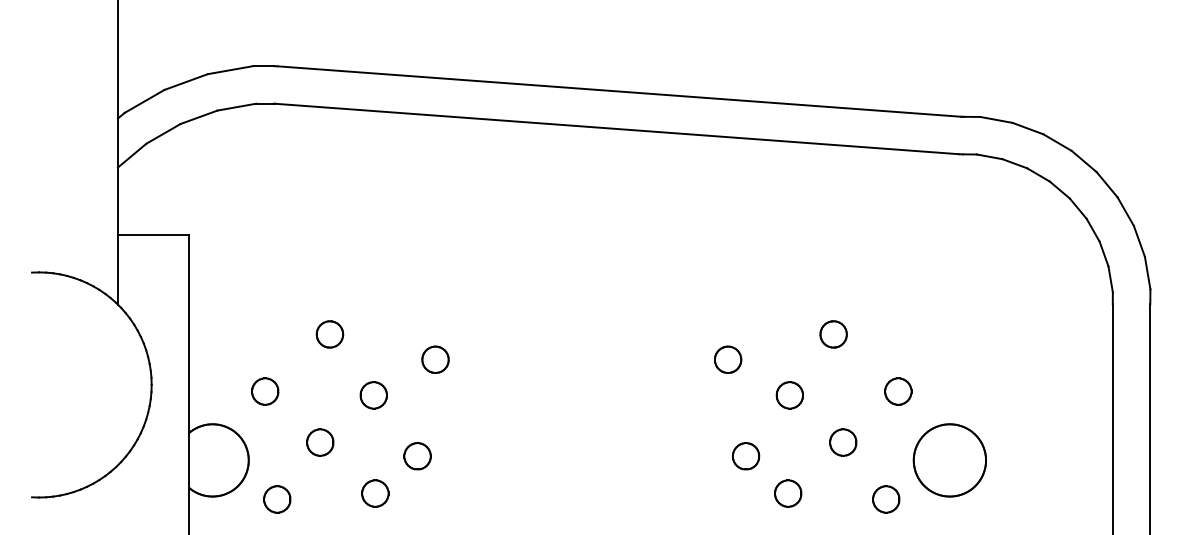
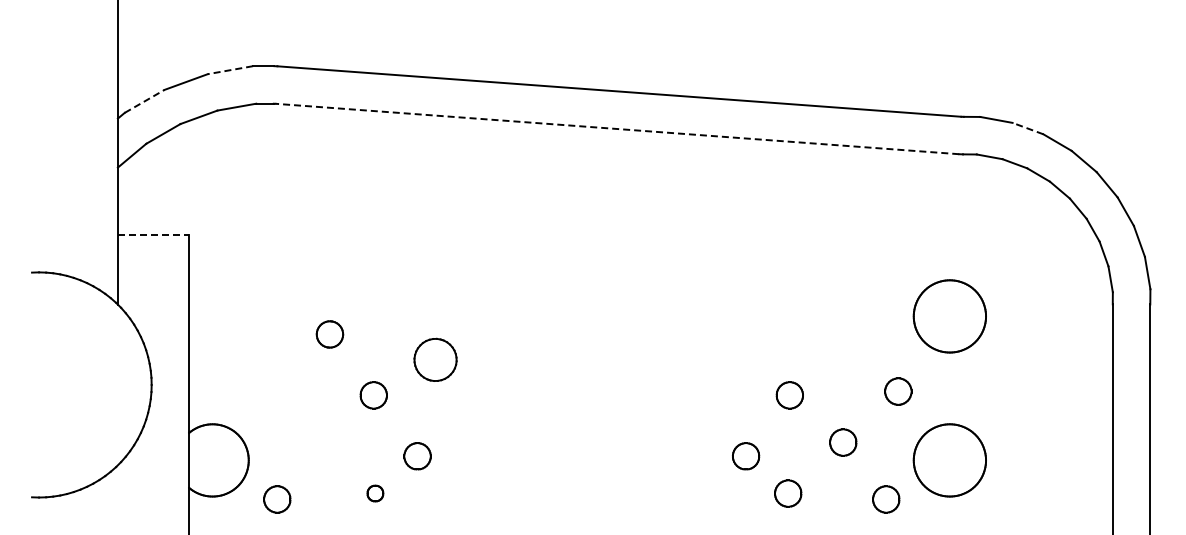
line at (230, 70): solid -> dashed
line at (144, 101): solid -> dashed
line at (1027, 128): solid -> dashed
line at (617, 129): solid -> dashed
line at (153, 234): solid -> dashed
part at (949, 316): none -> present
part at (833, 334): present -> none
part at (435, 359) size: 29x29 px -> 45x45 px
part at (728, 359): present -> none
part at (265, 391): present -> none
part at (320, 442): present -> none
part at (375, 493) size: 29x29 px -> 19x19 px
